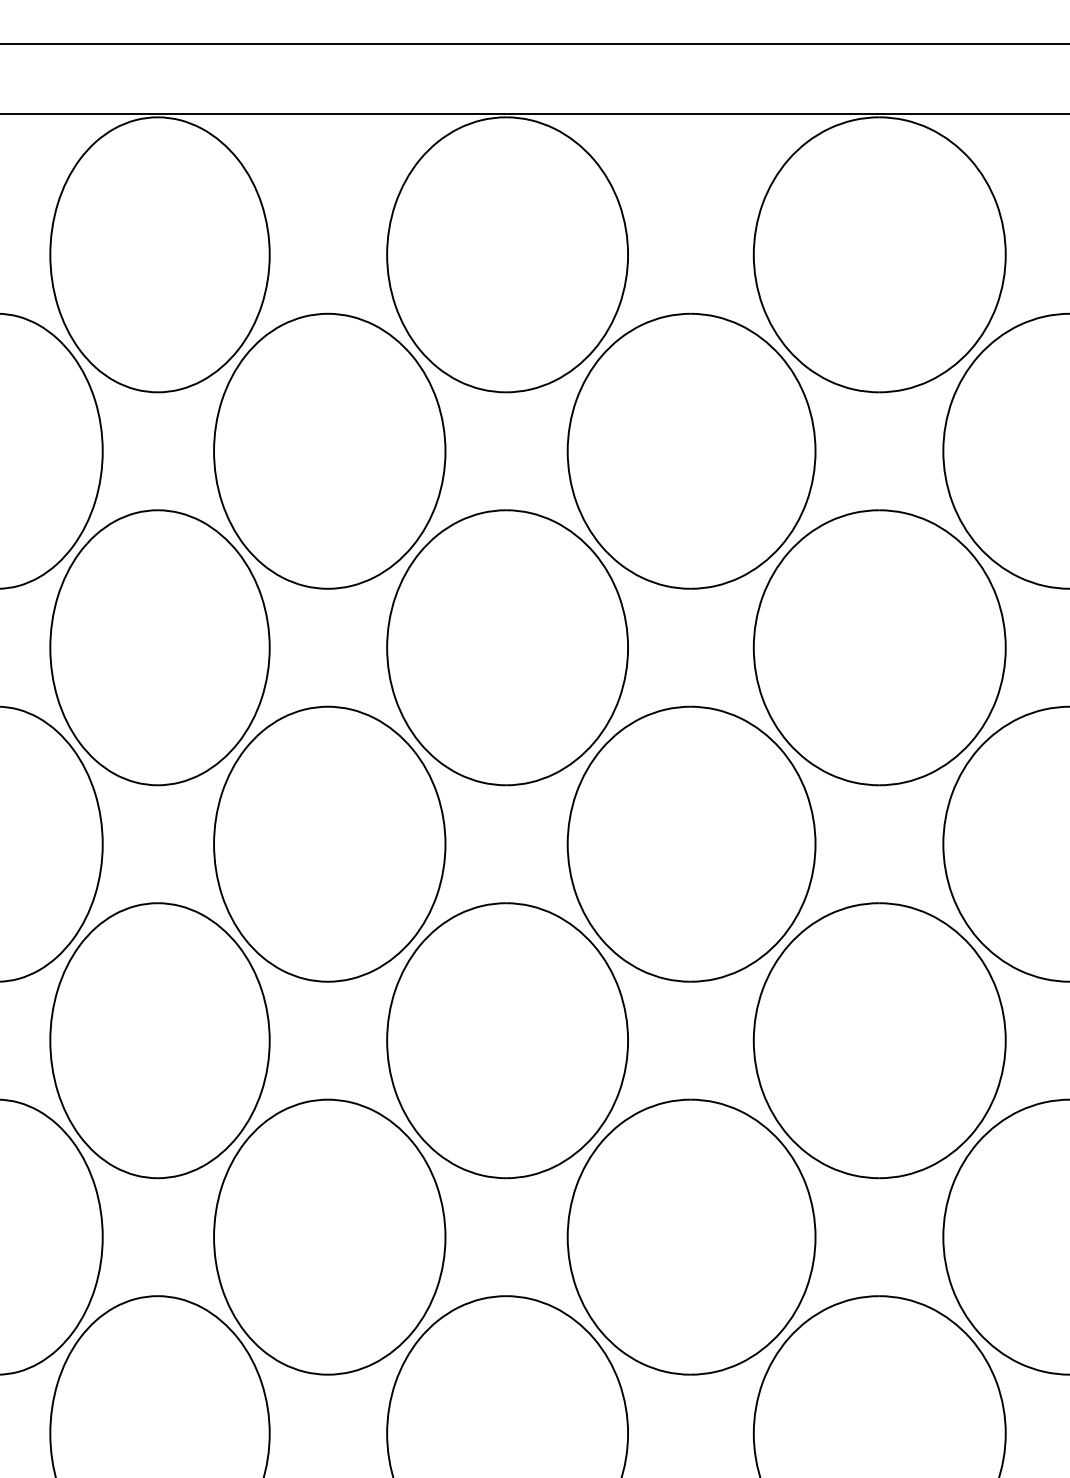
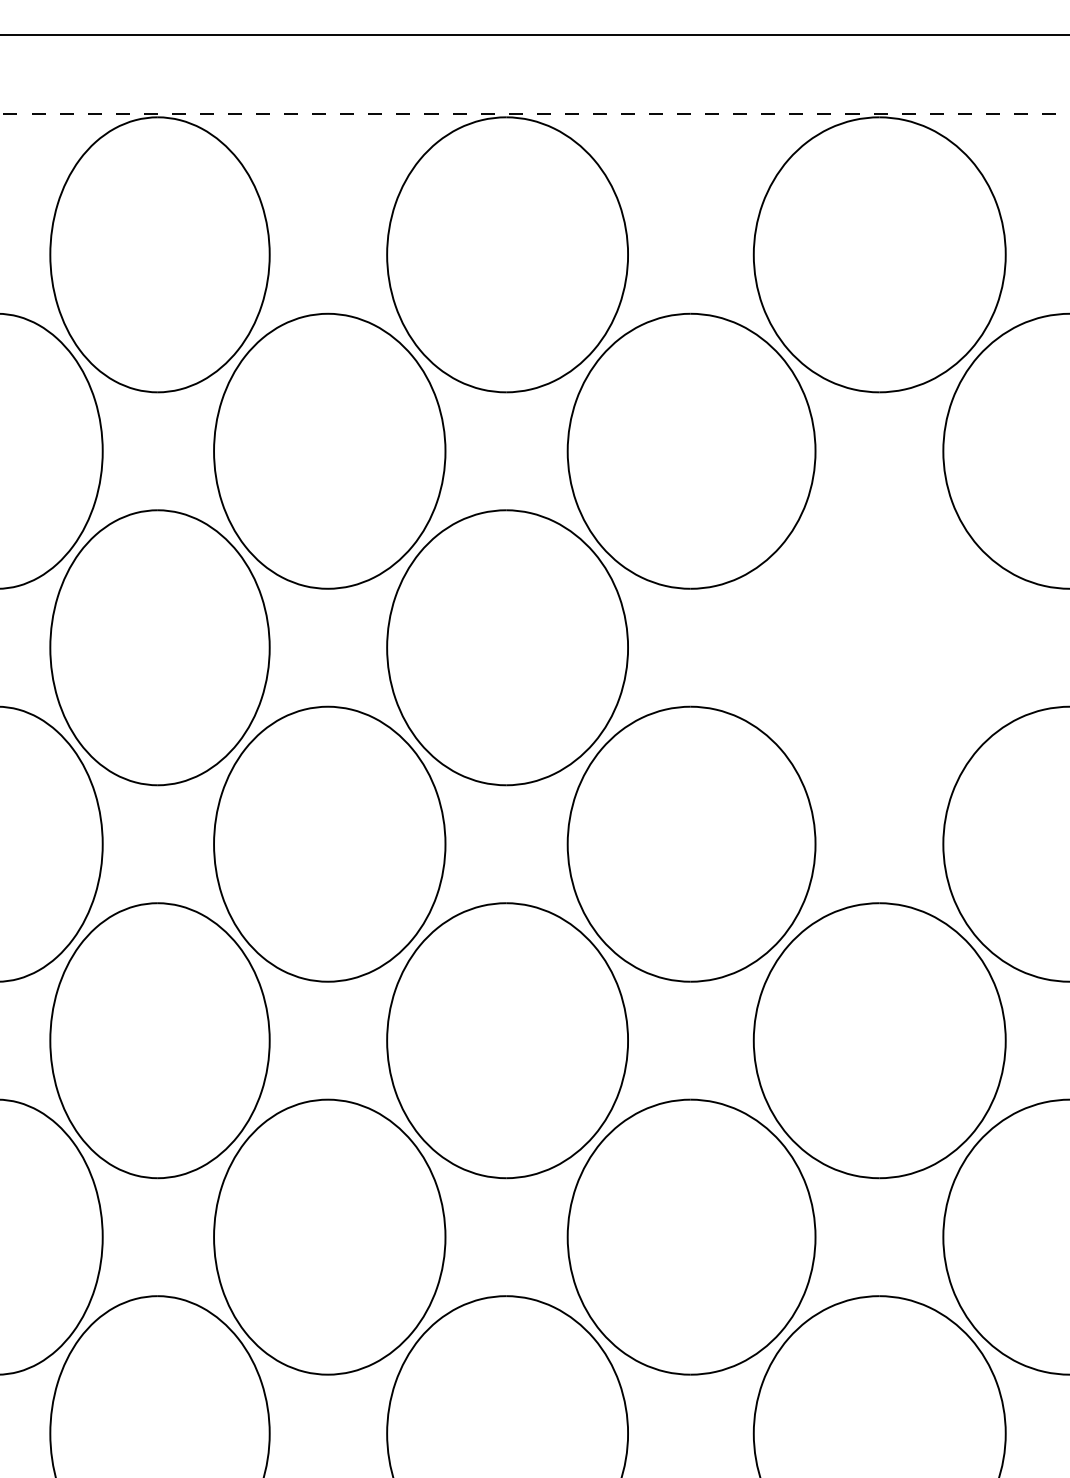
line at (534, 44) position: (534, 44) -> (534, 35)
line at (535, 114): solid -> dashed
part at (879, 647): present -> none
